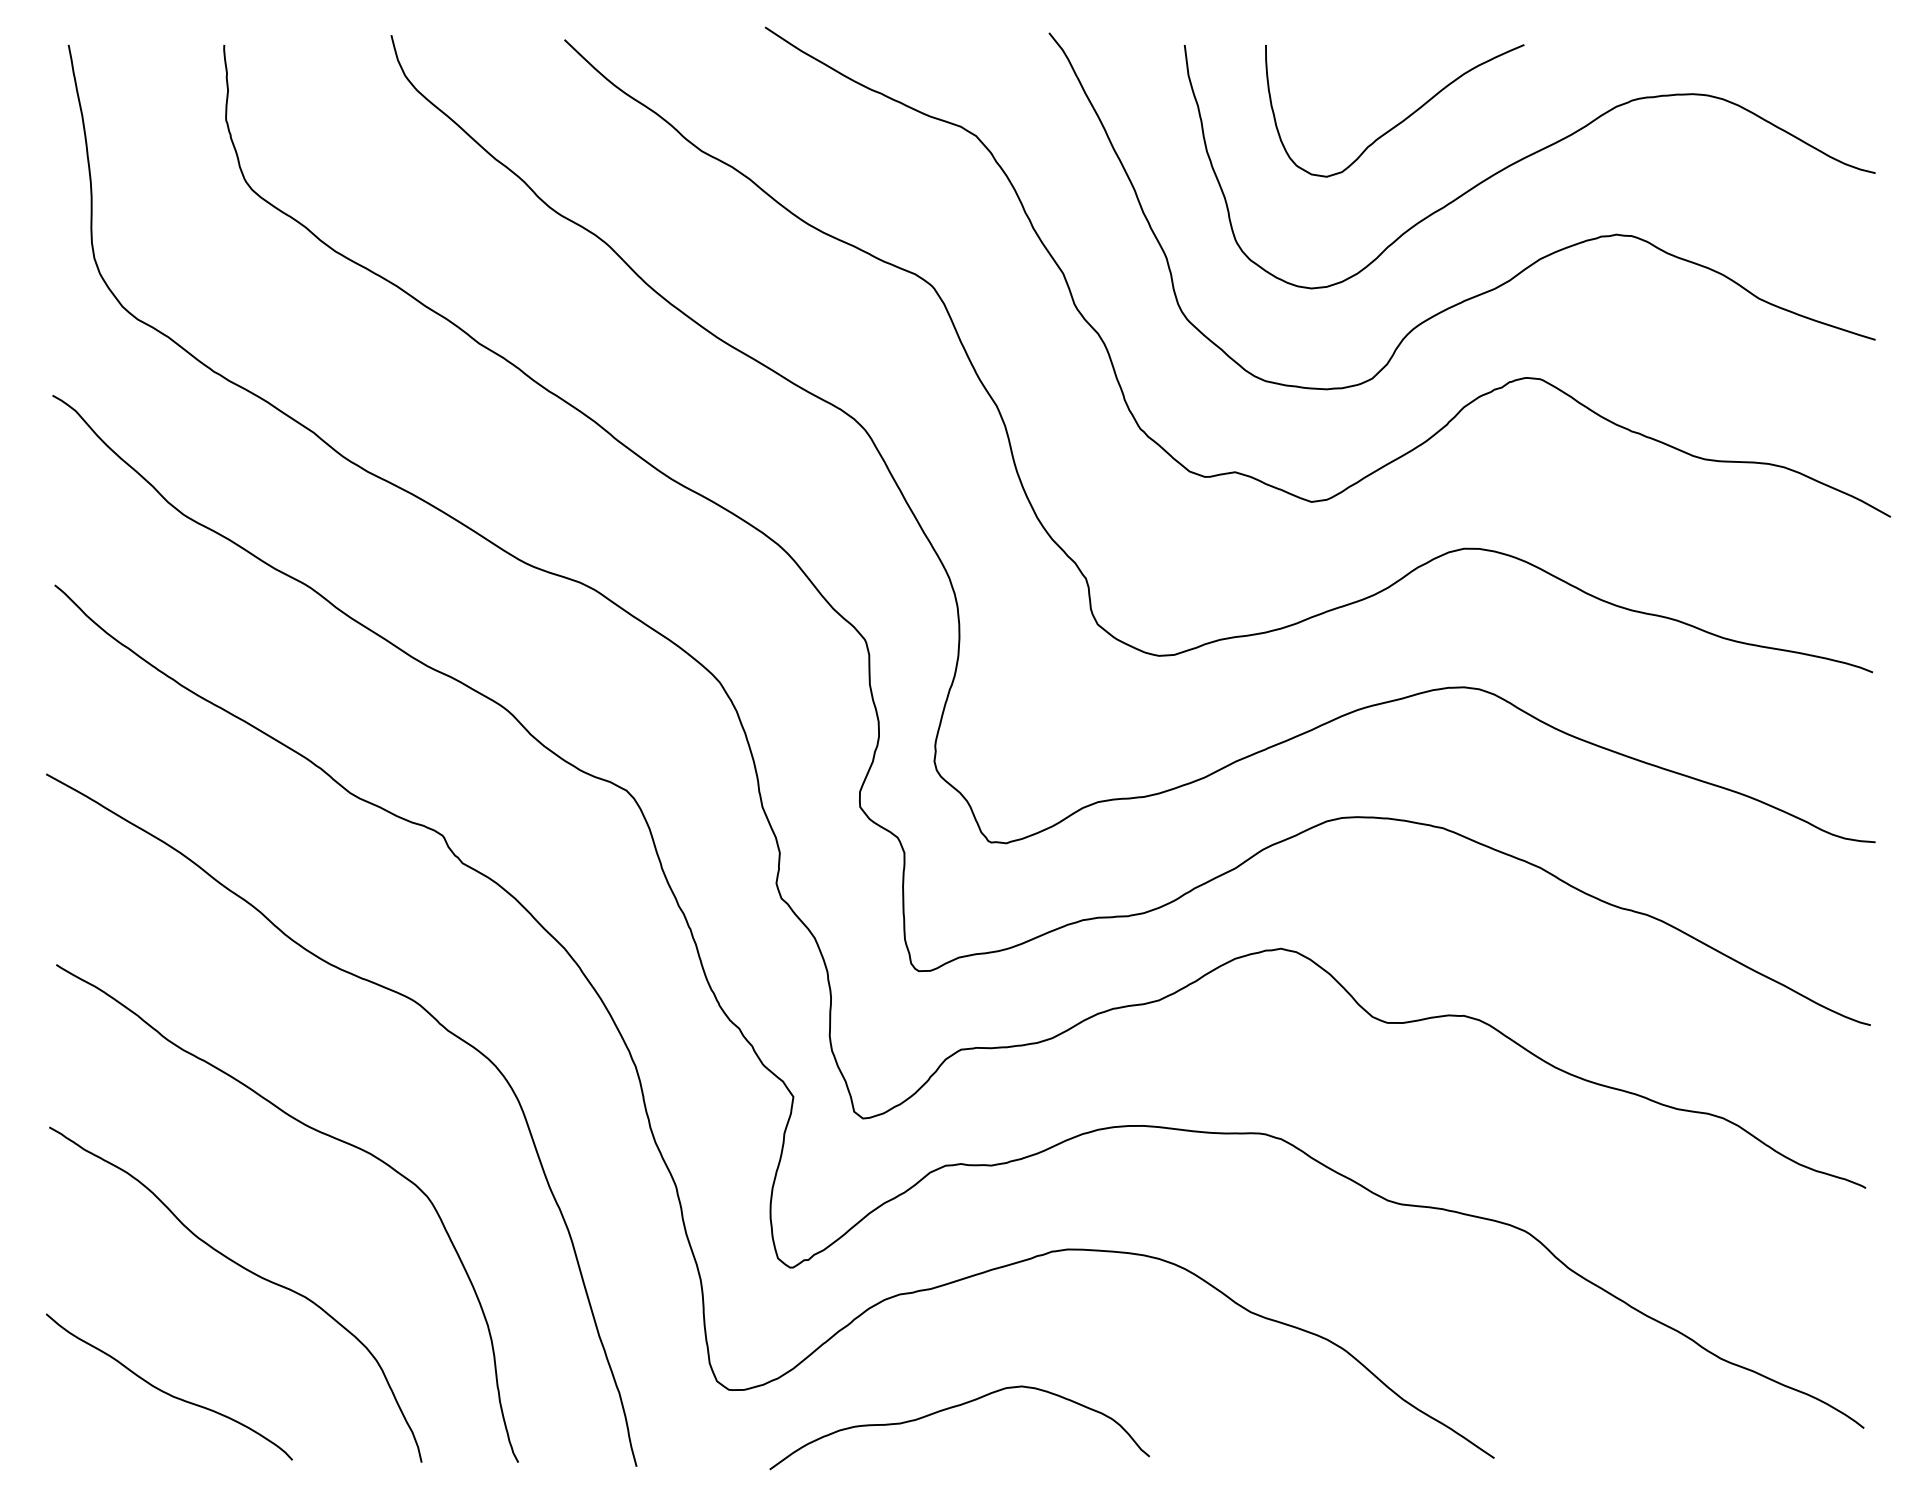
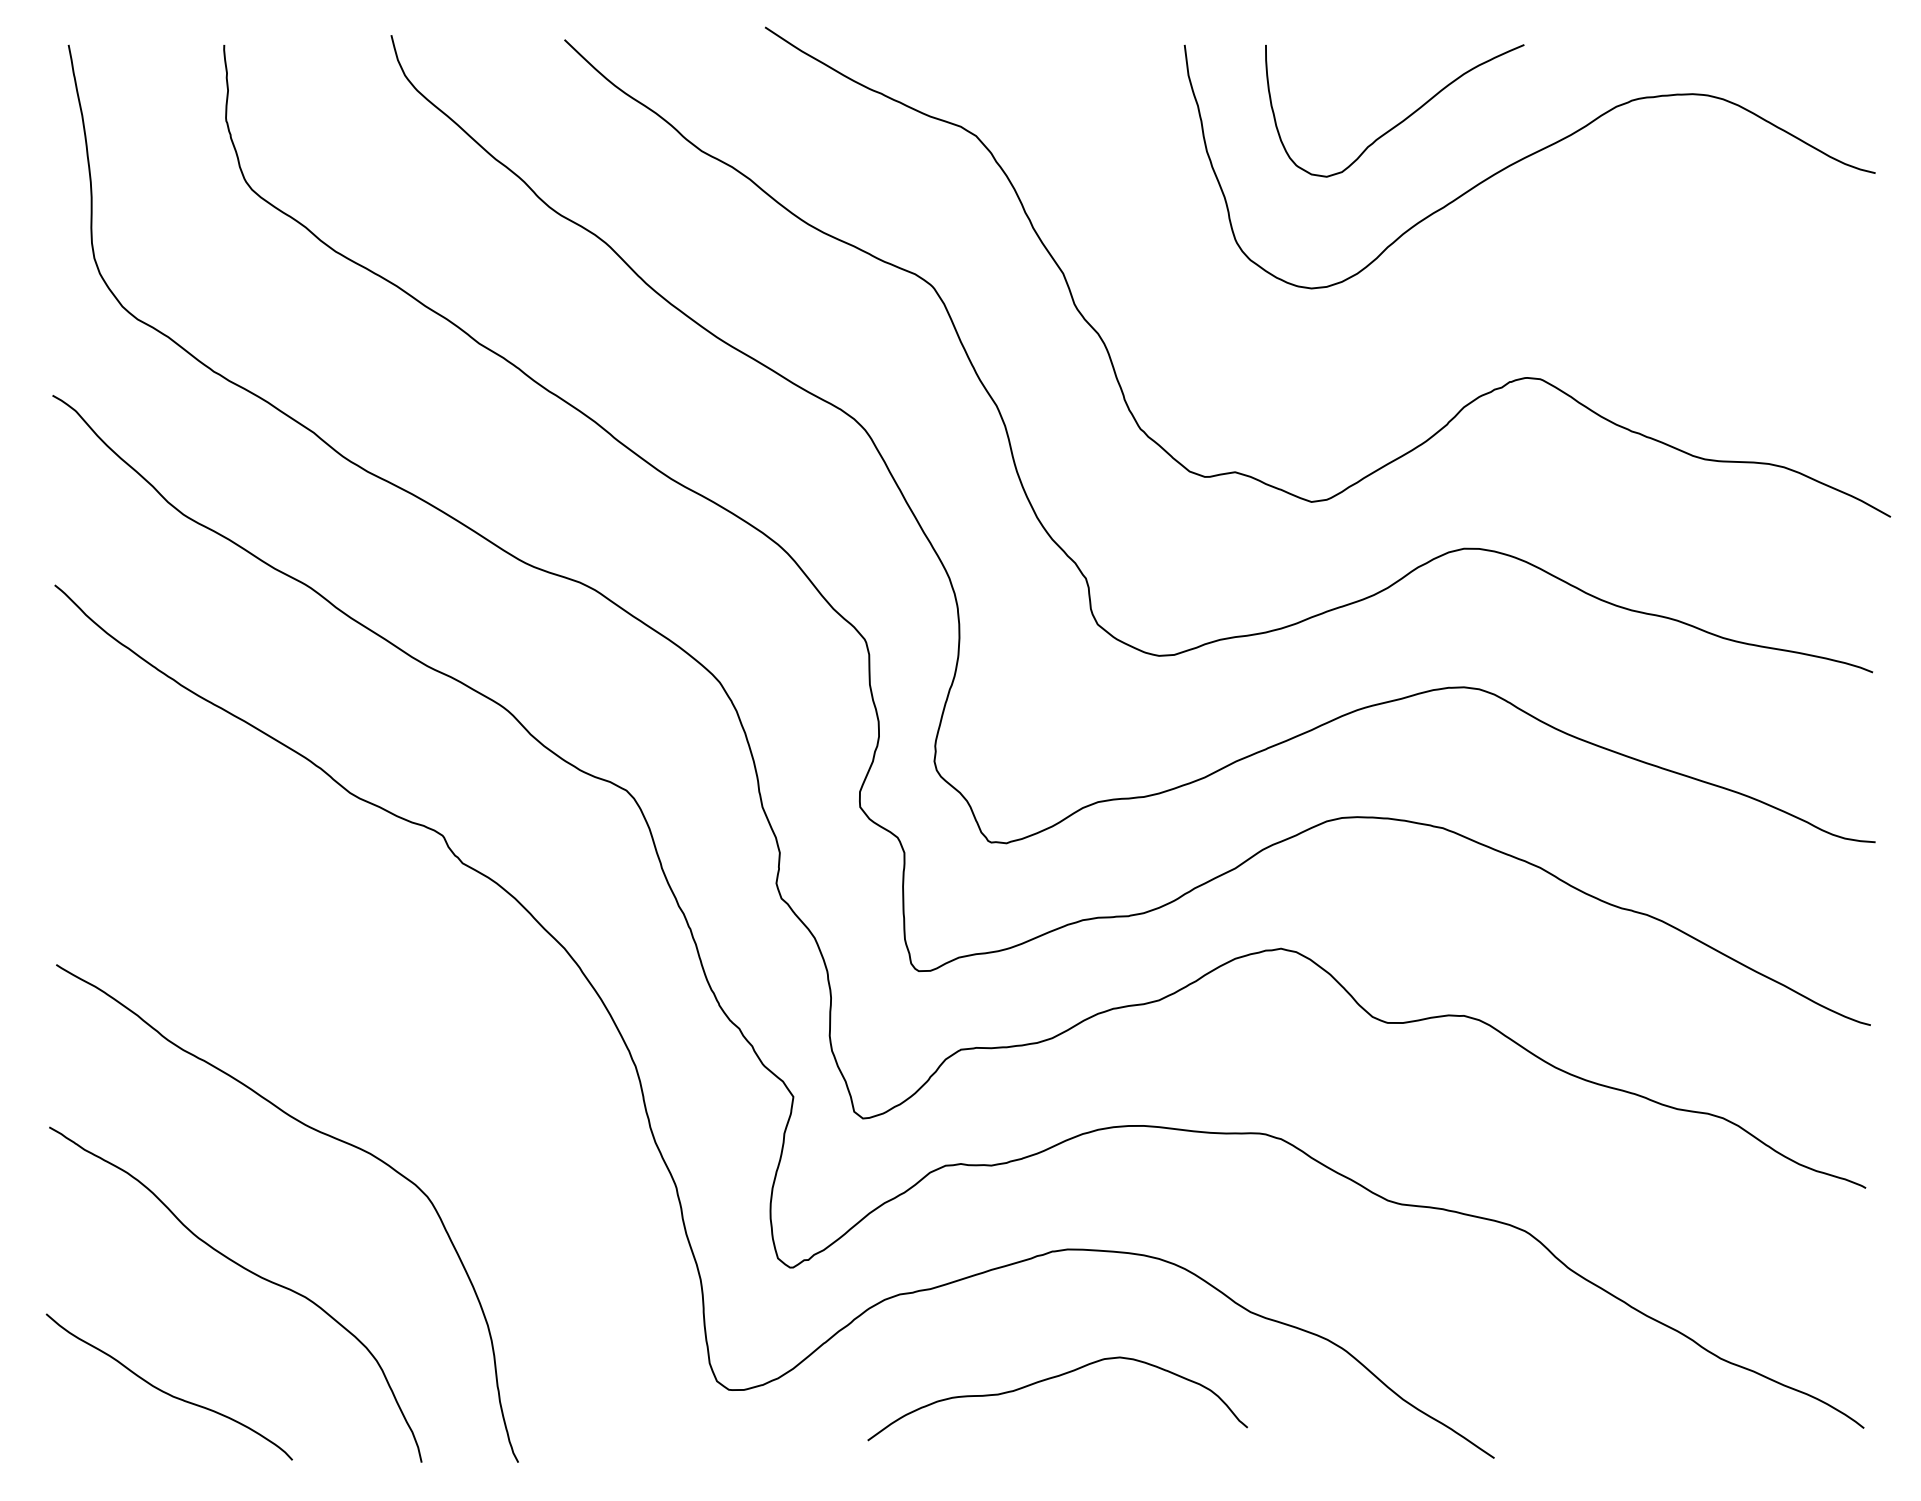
curve at (1505, 281): present -> none
curve at (428, 1014): present -> none
curve at (952, 1408) position: (952, 1408) -> (1050, 1379)
